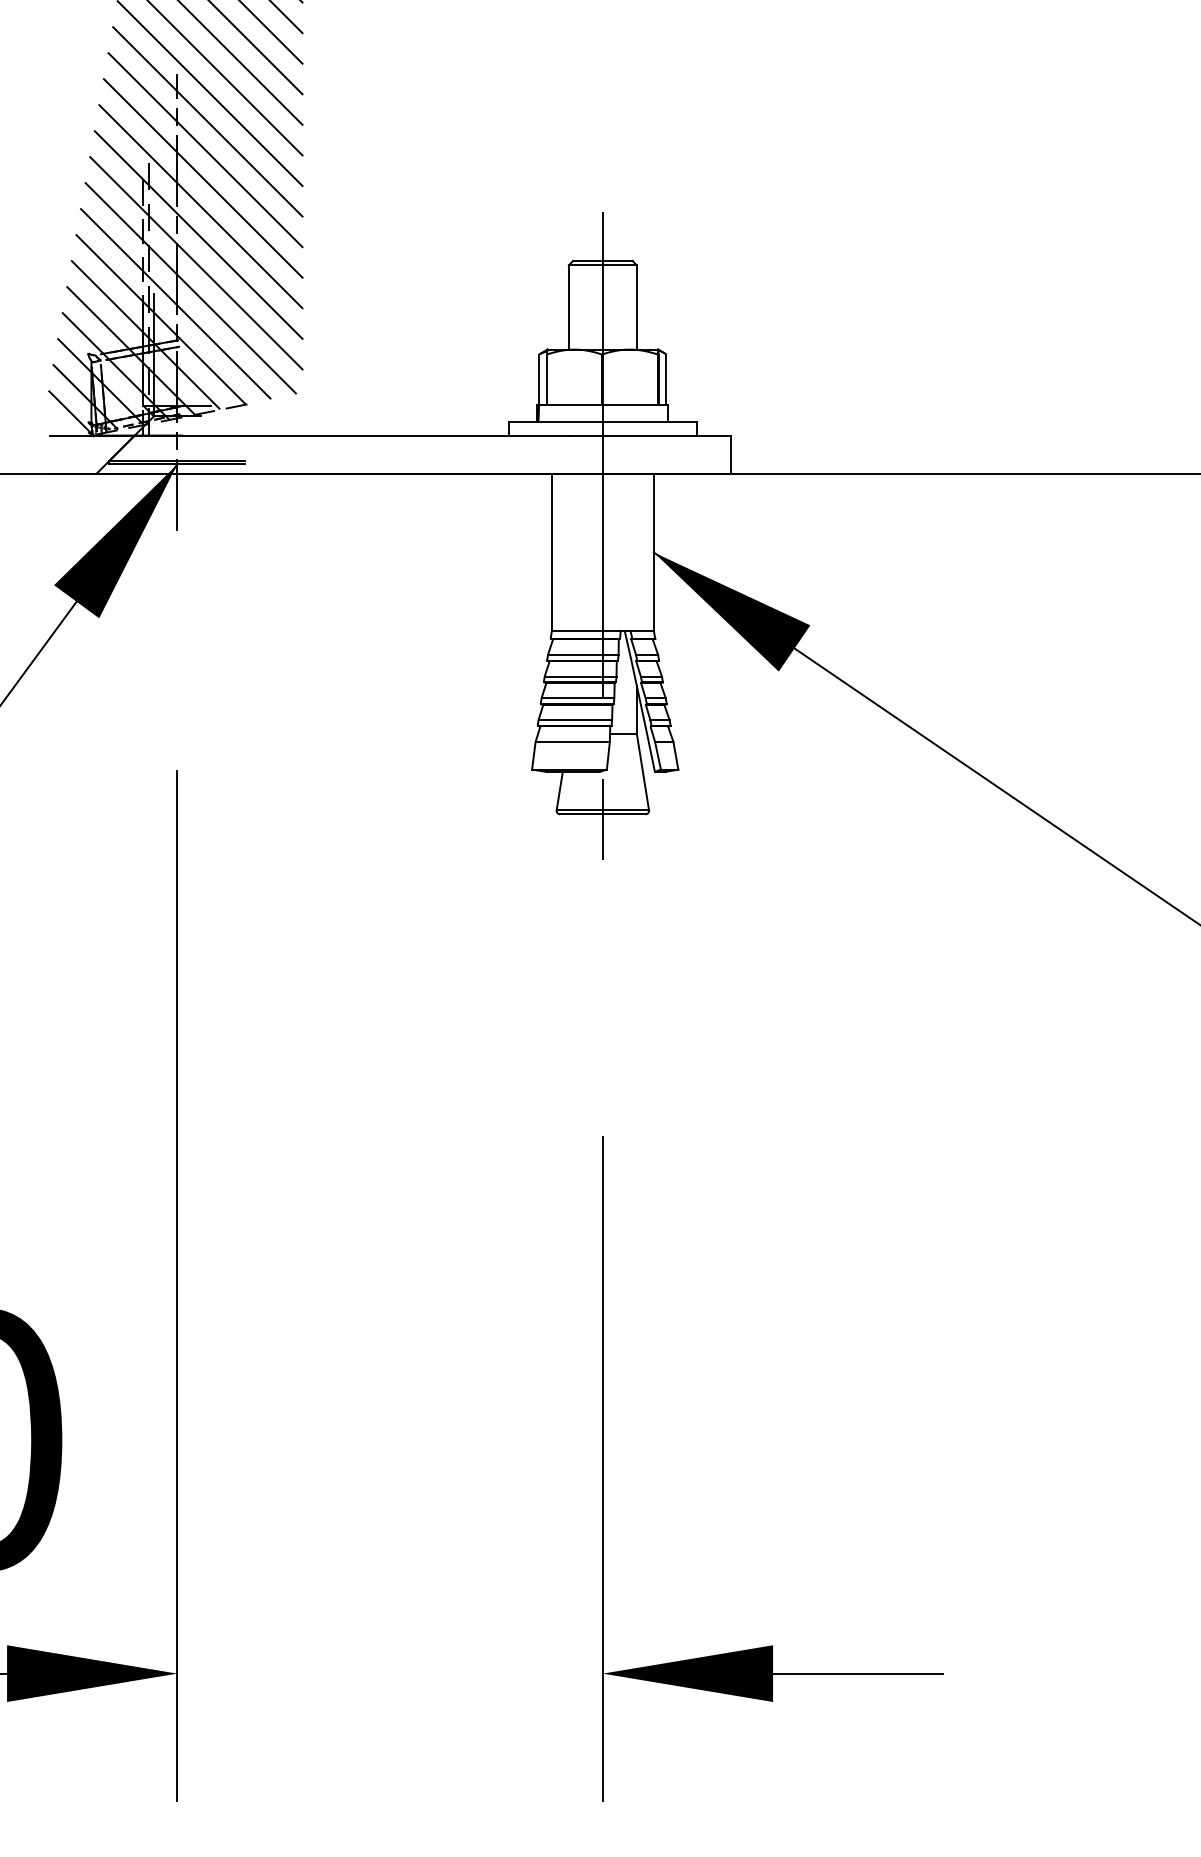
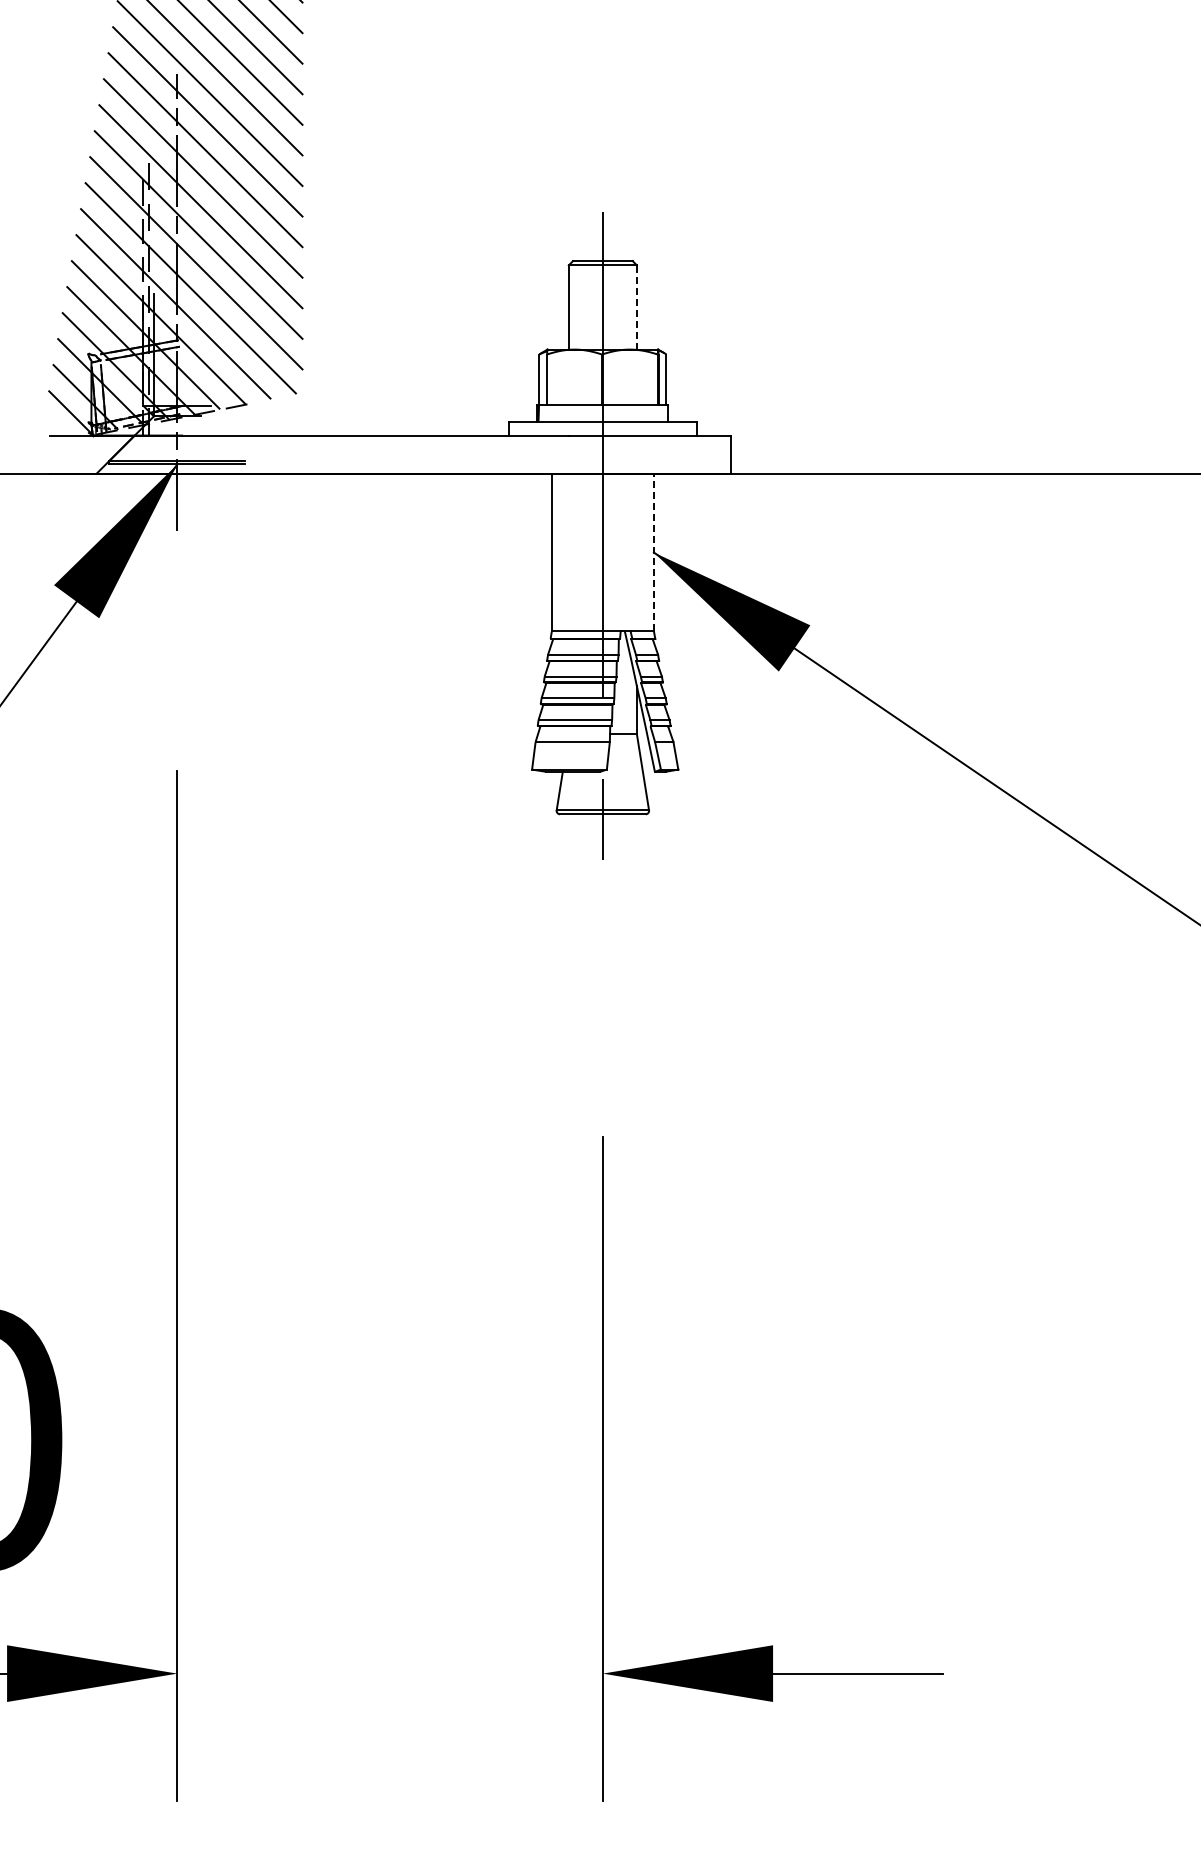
line at (636, 306): solid -> dashed
line at (653, 552): solid -> dashed
